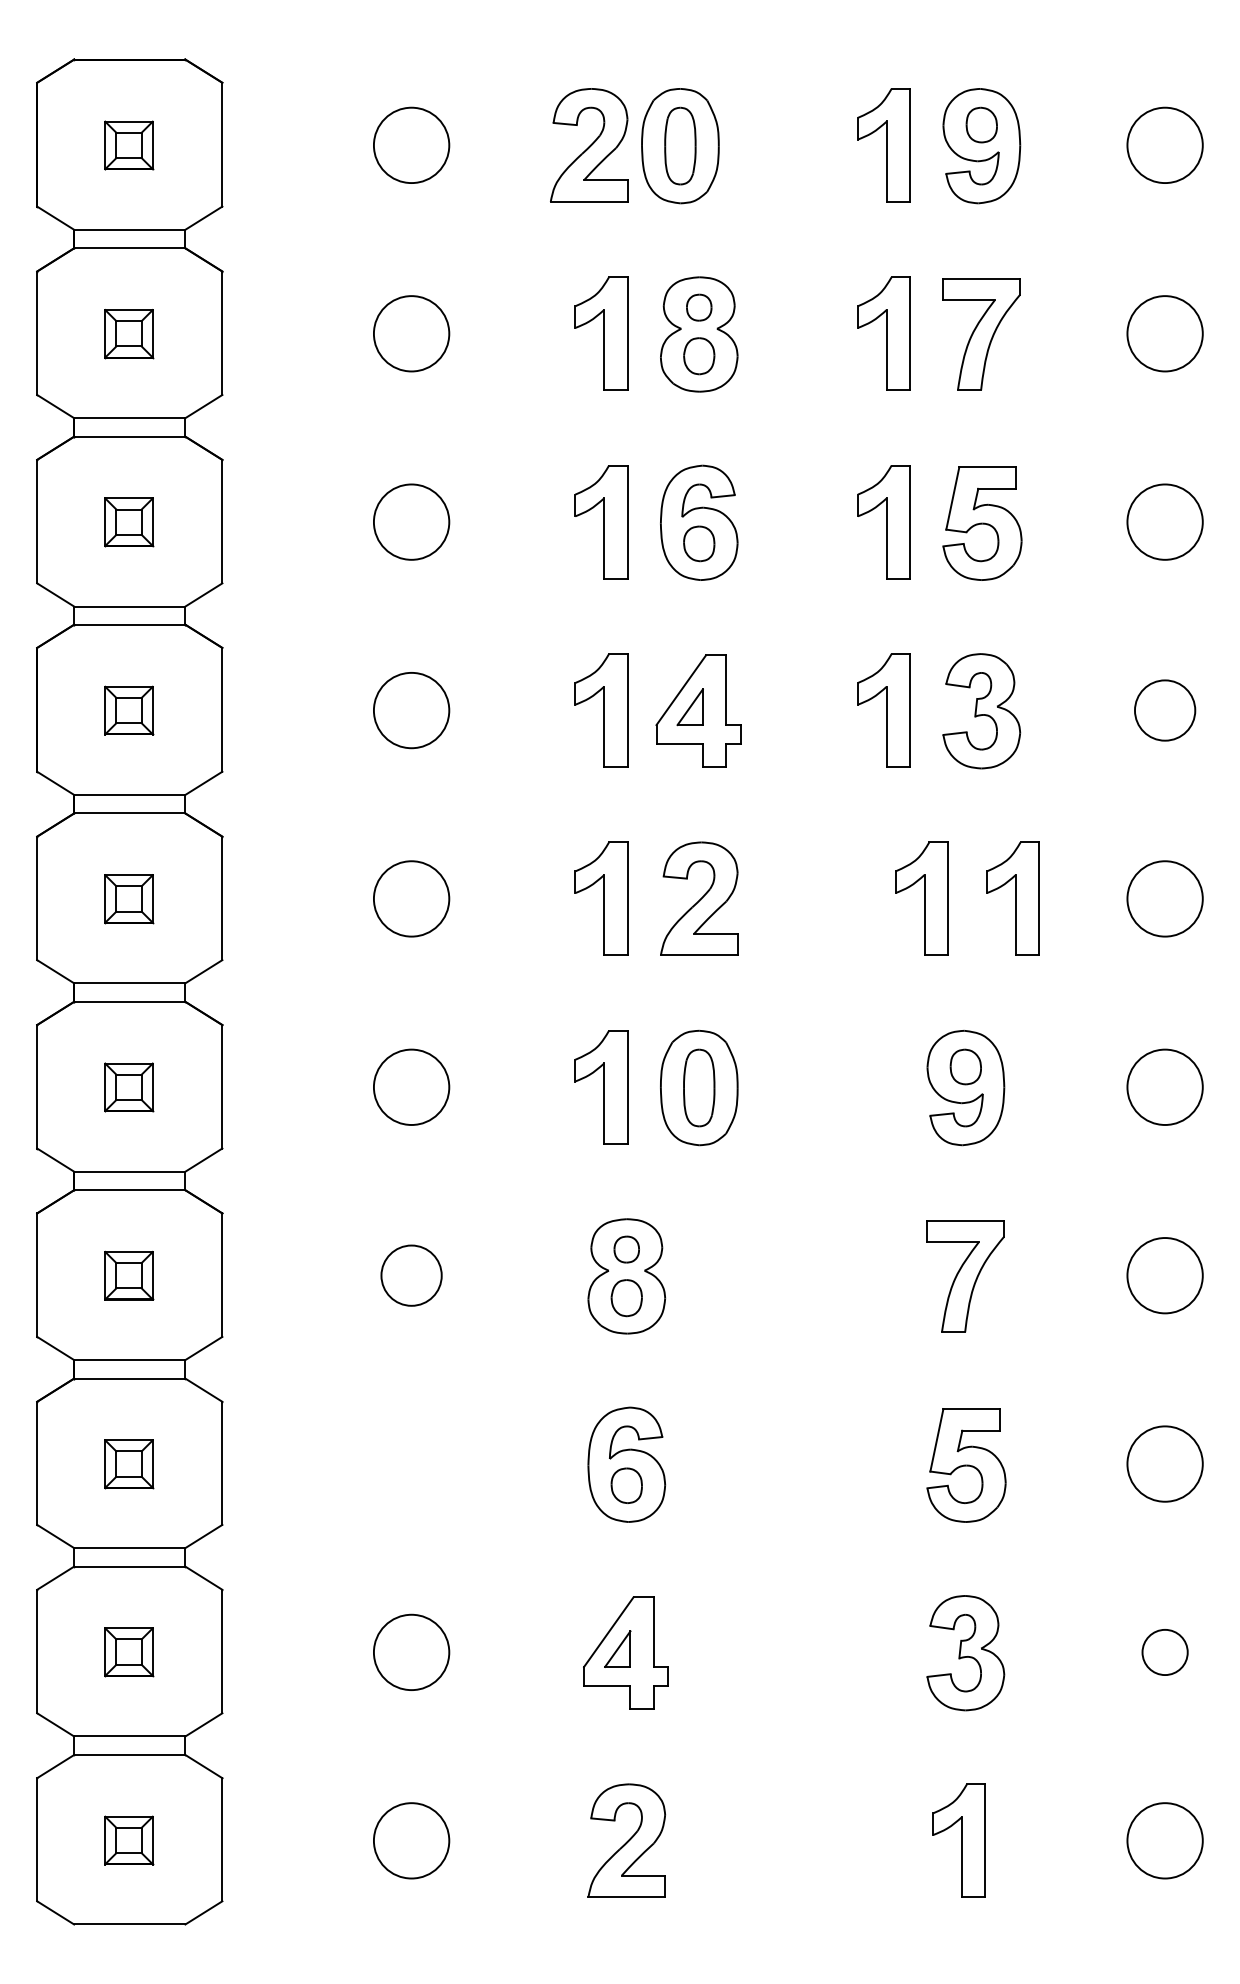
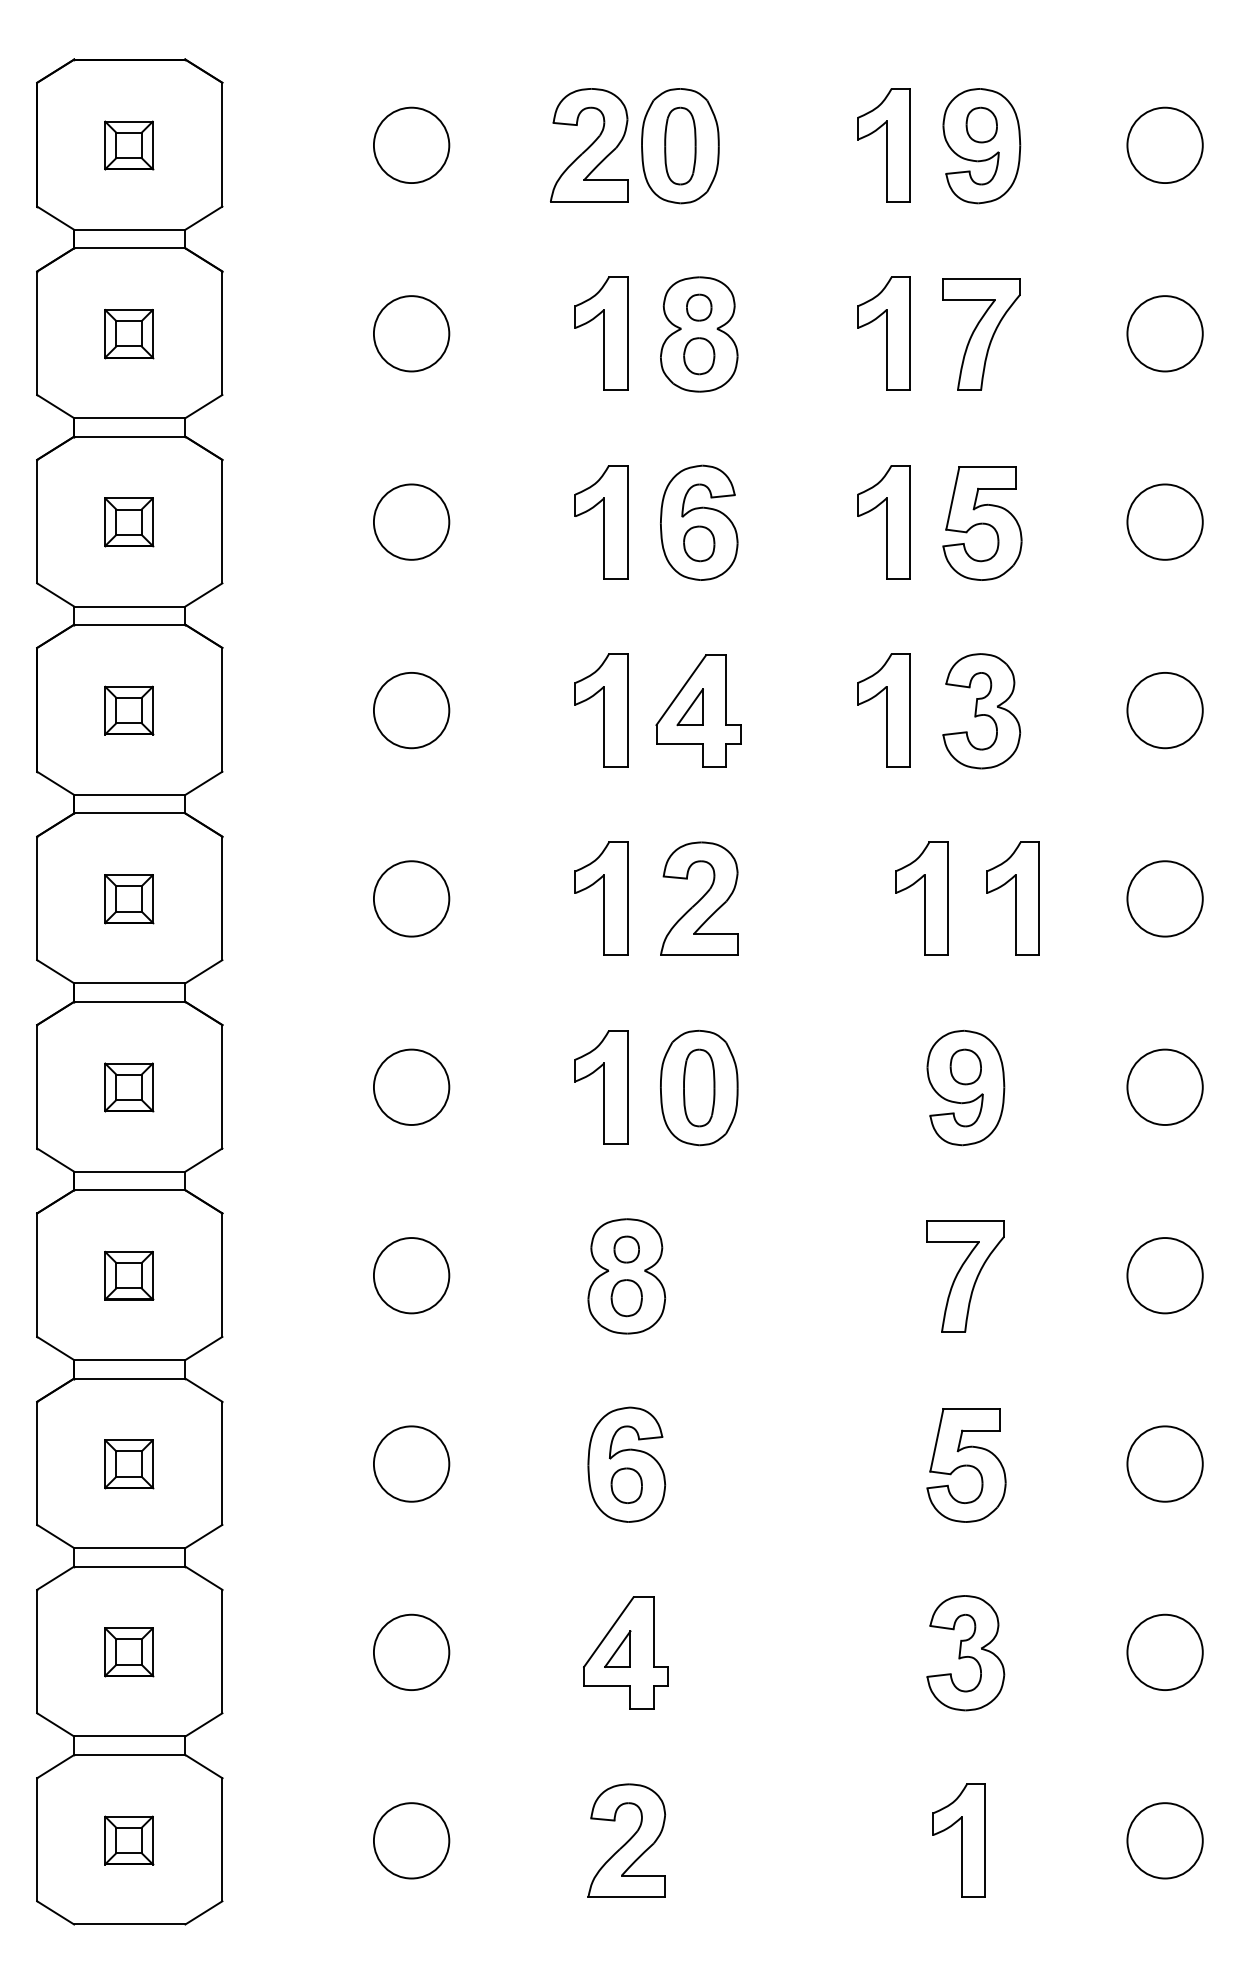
circle at (1164, 710) diameter: 60 px -> 75 px
circle at (411, 1275) diameter: 60 px -> 75 px
circle at (411, 1463): none -> present
circle at (1164, 1652) diameter: 45 px -> 75 px
